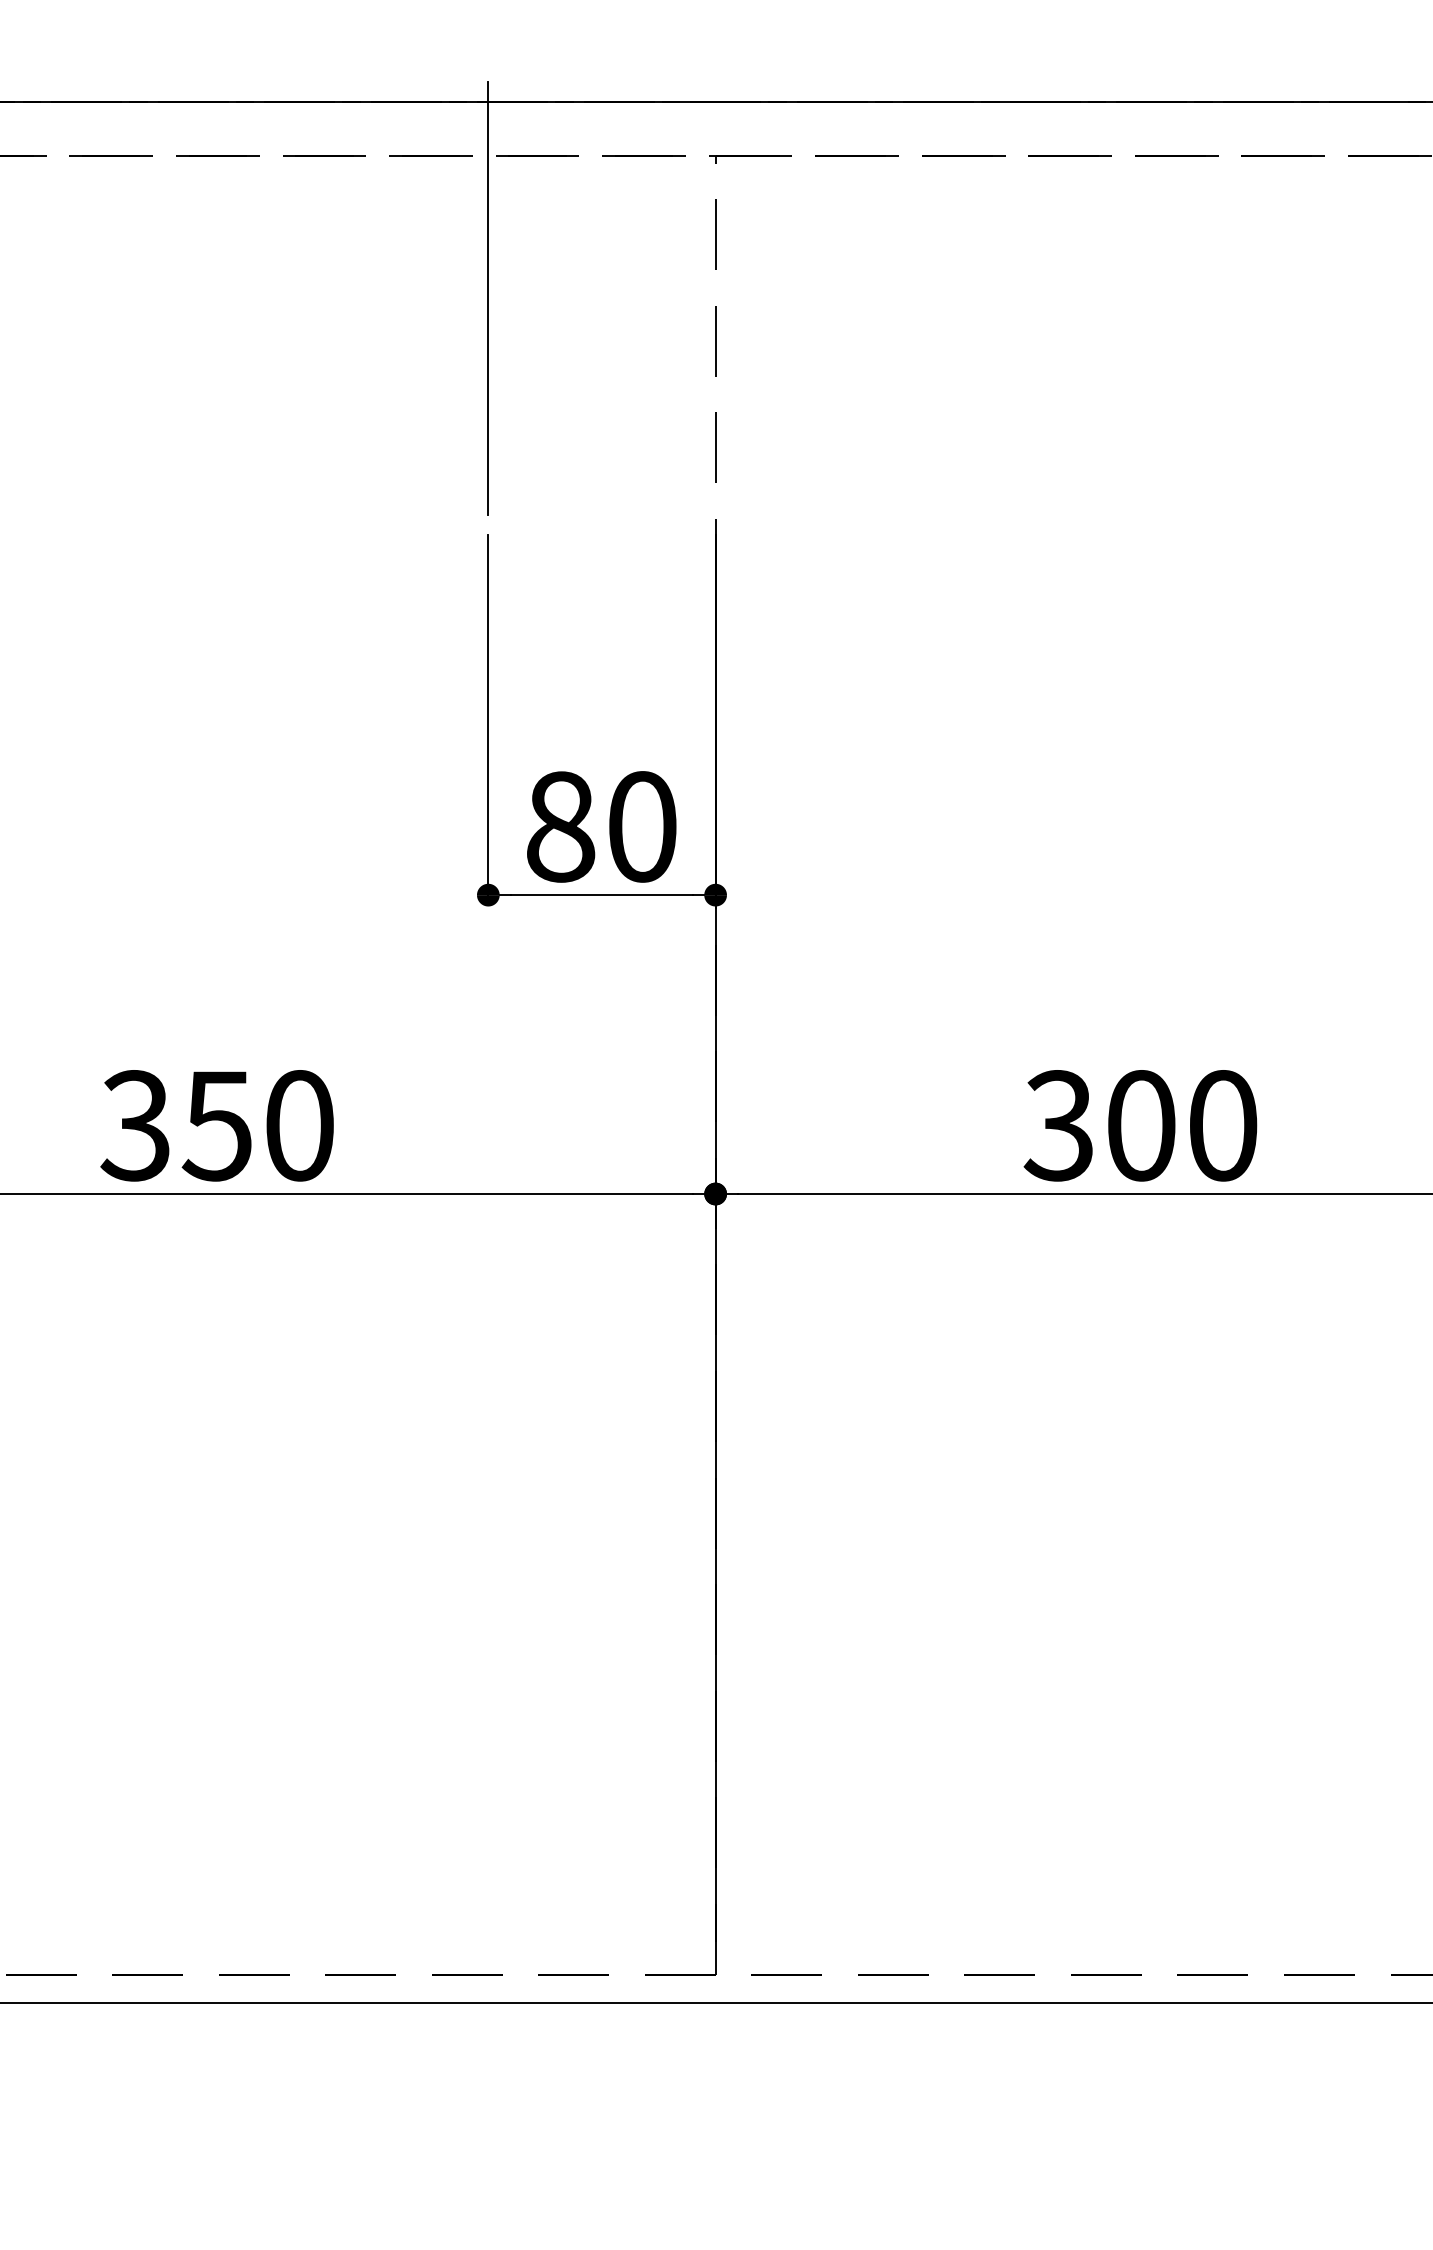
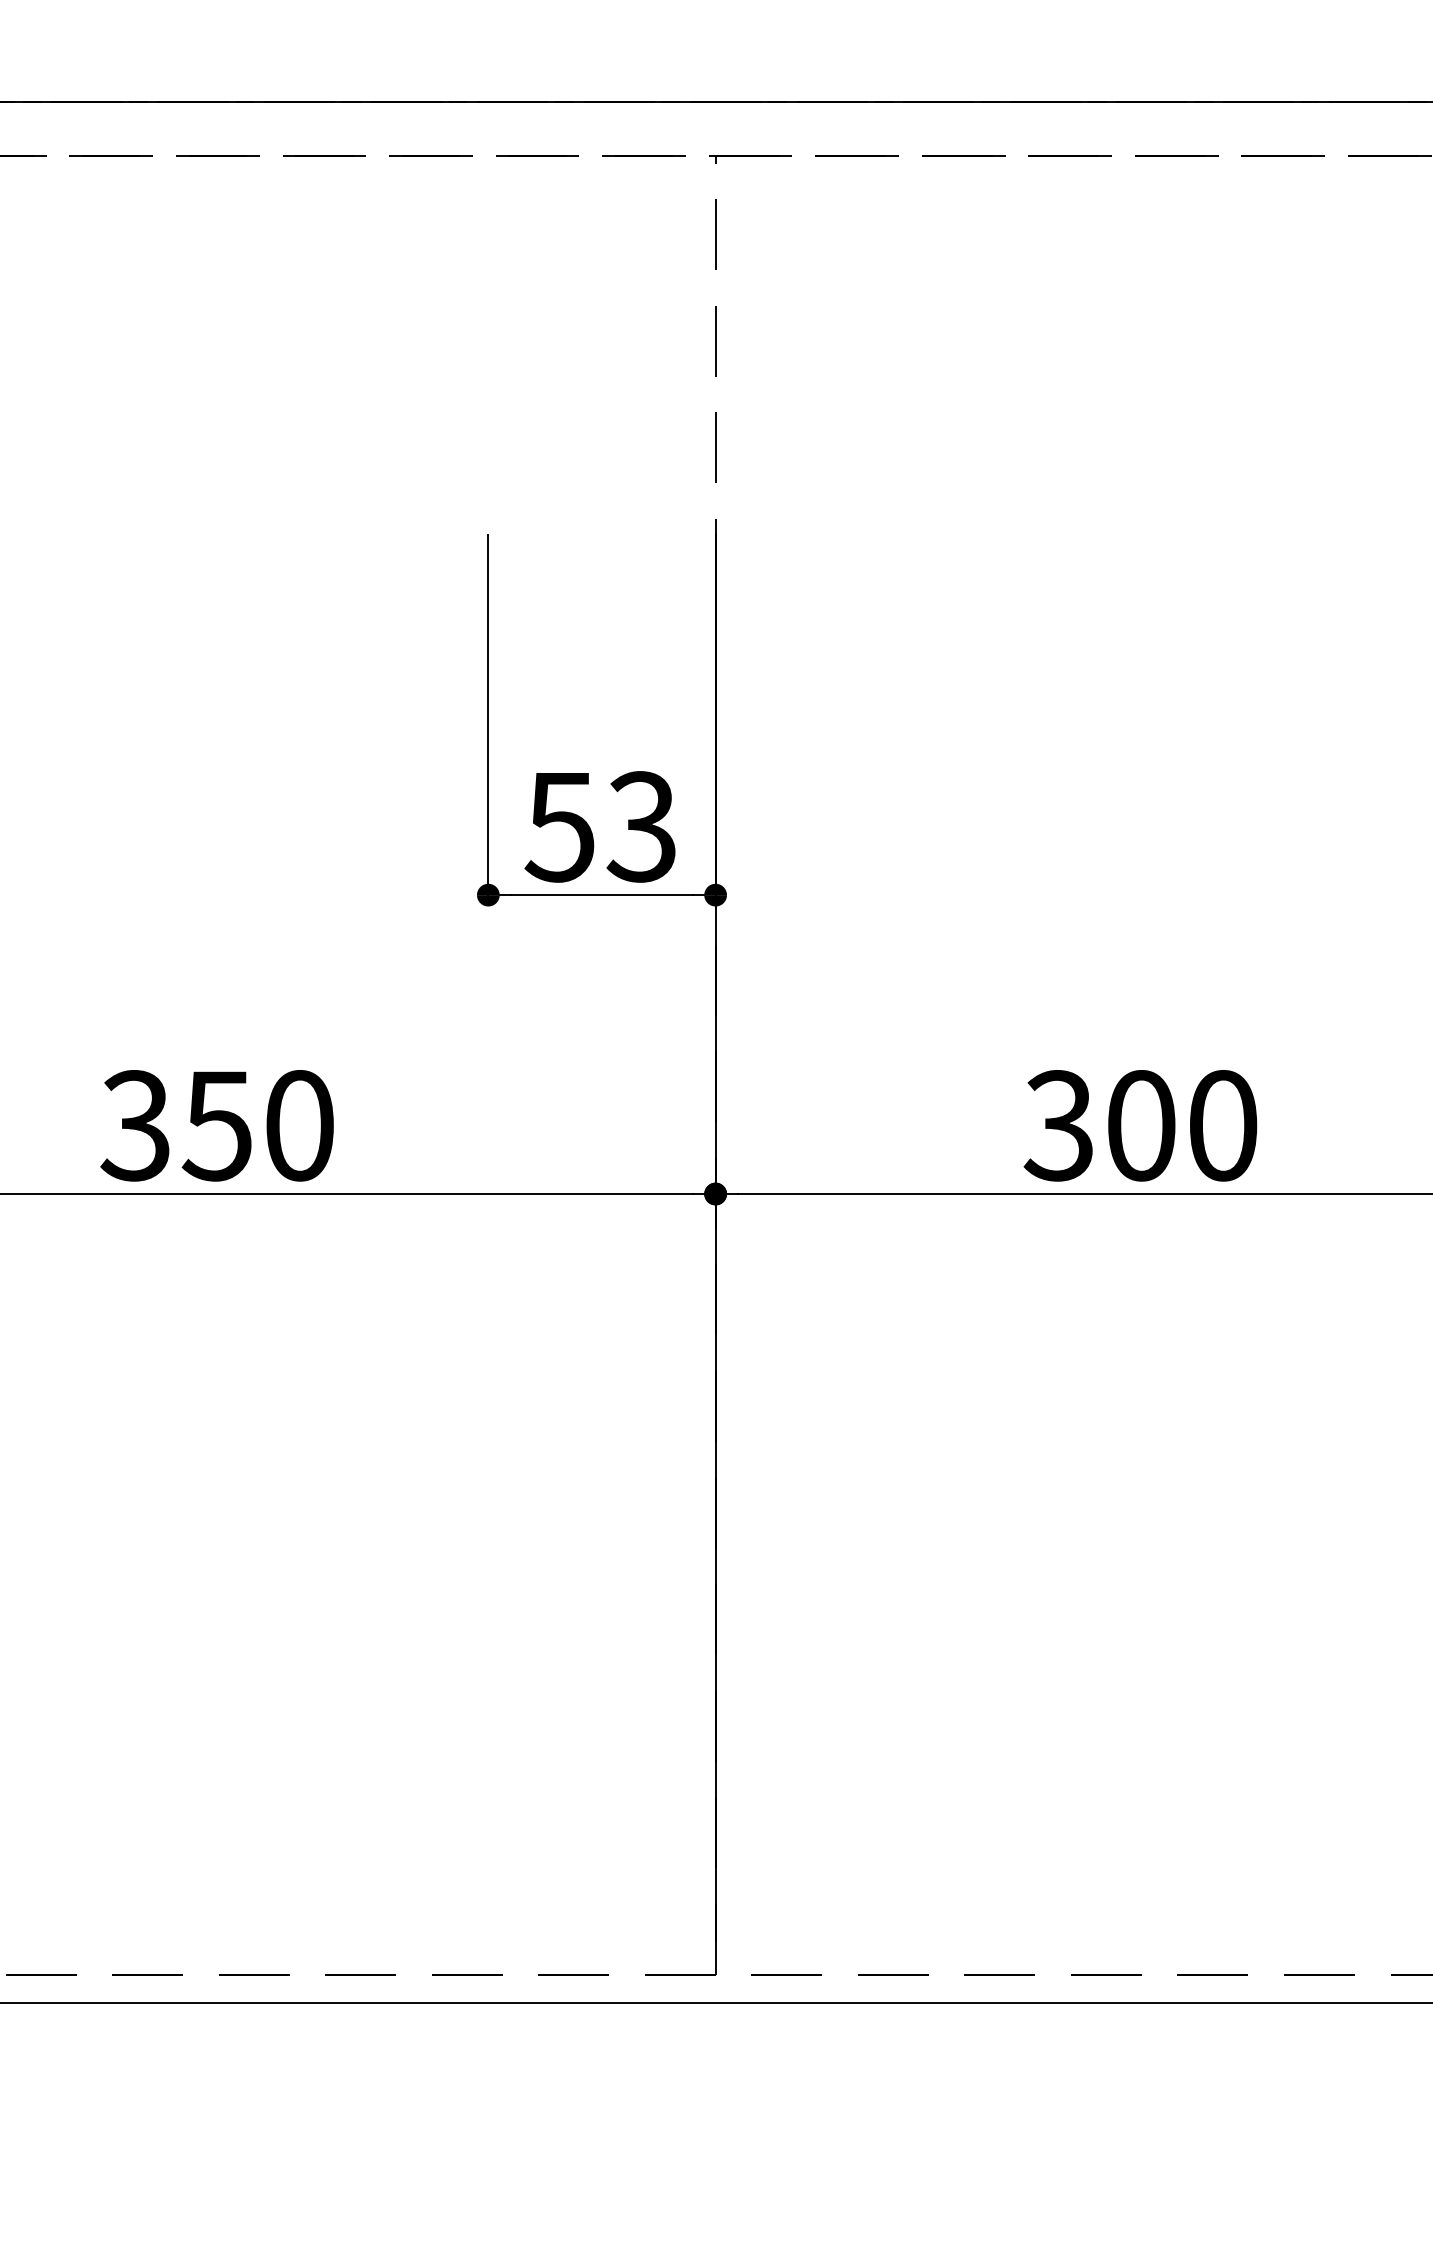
line at (488, 298): present -> none
text at (600, 826): 80 -> 53
